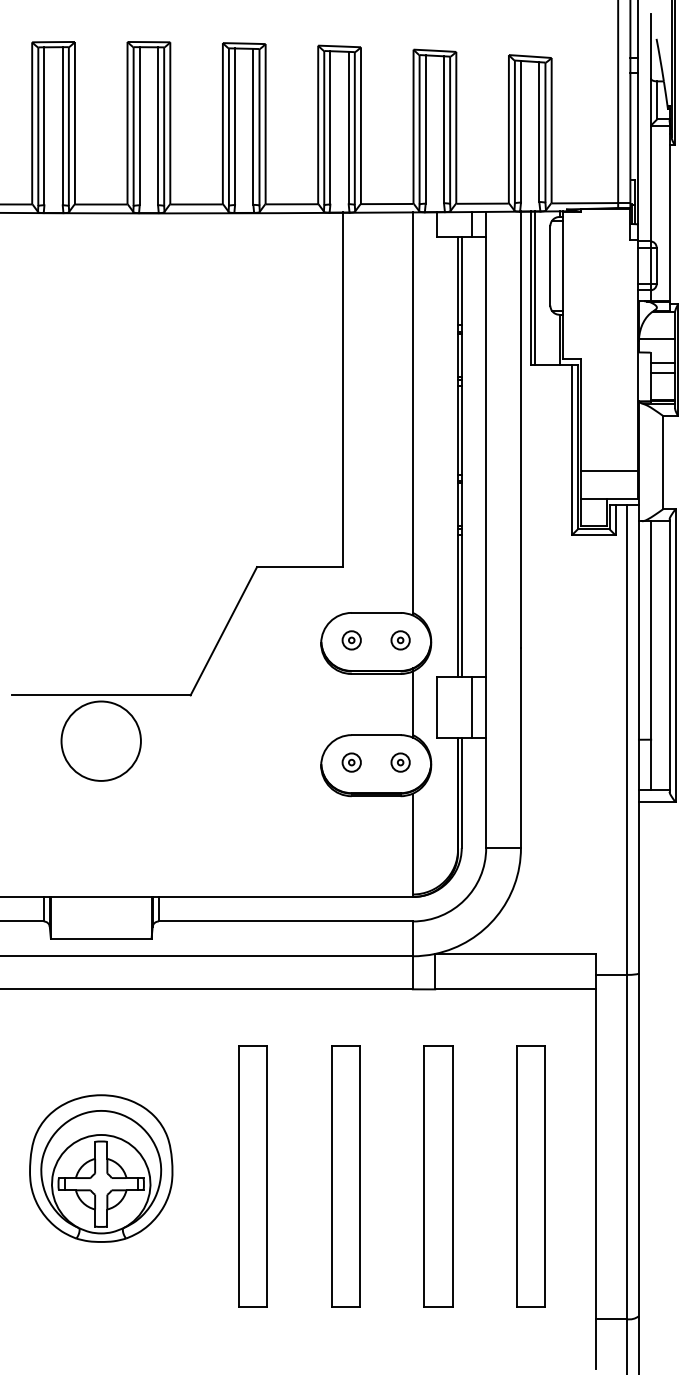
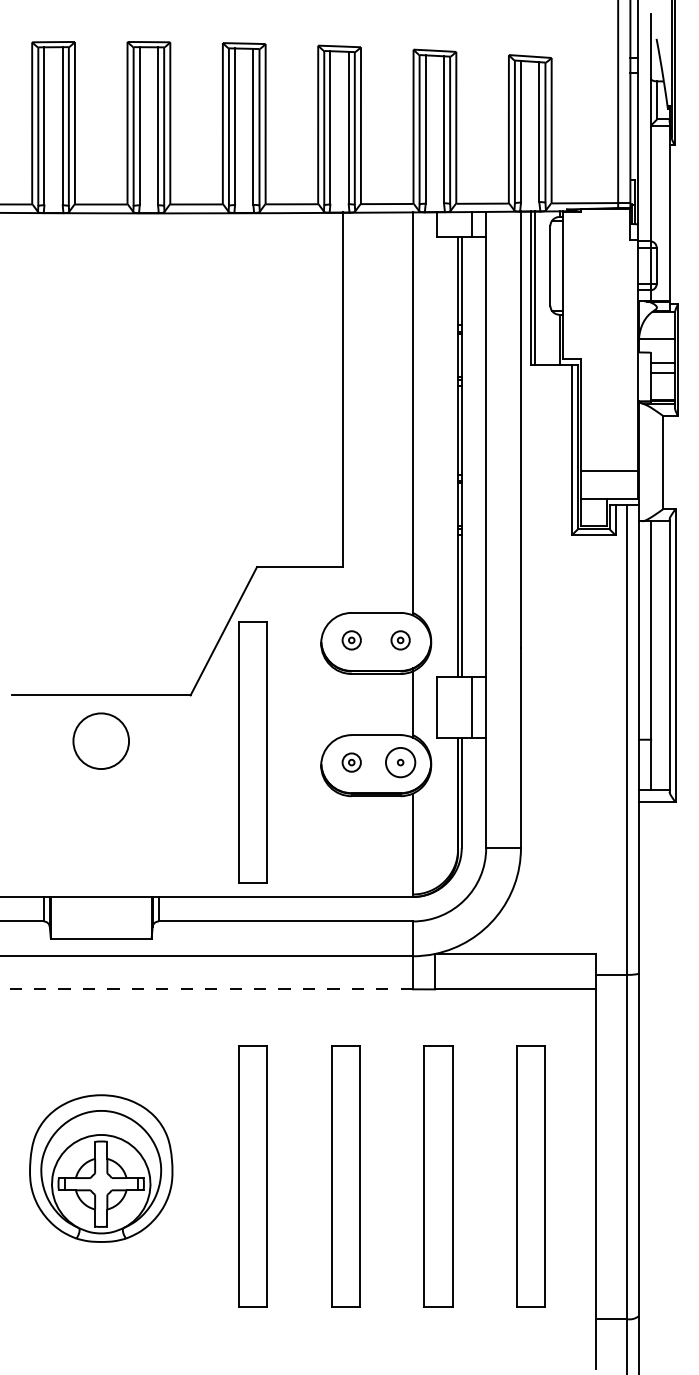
circle at (100, 740) diameter: 79 px -> 56 px
part at (252, 752): none -> present
circle at (400, 762) diameter: 18 px -> 29 px
line at (206, 989): solid -> dashed
